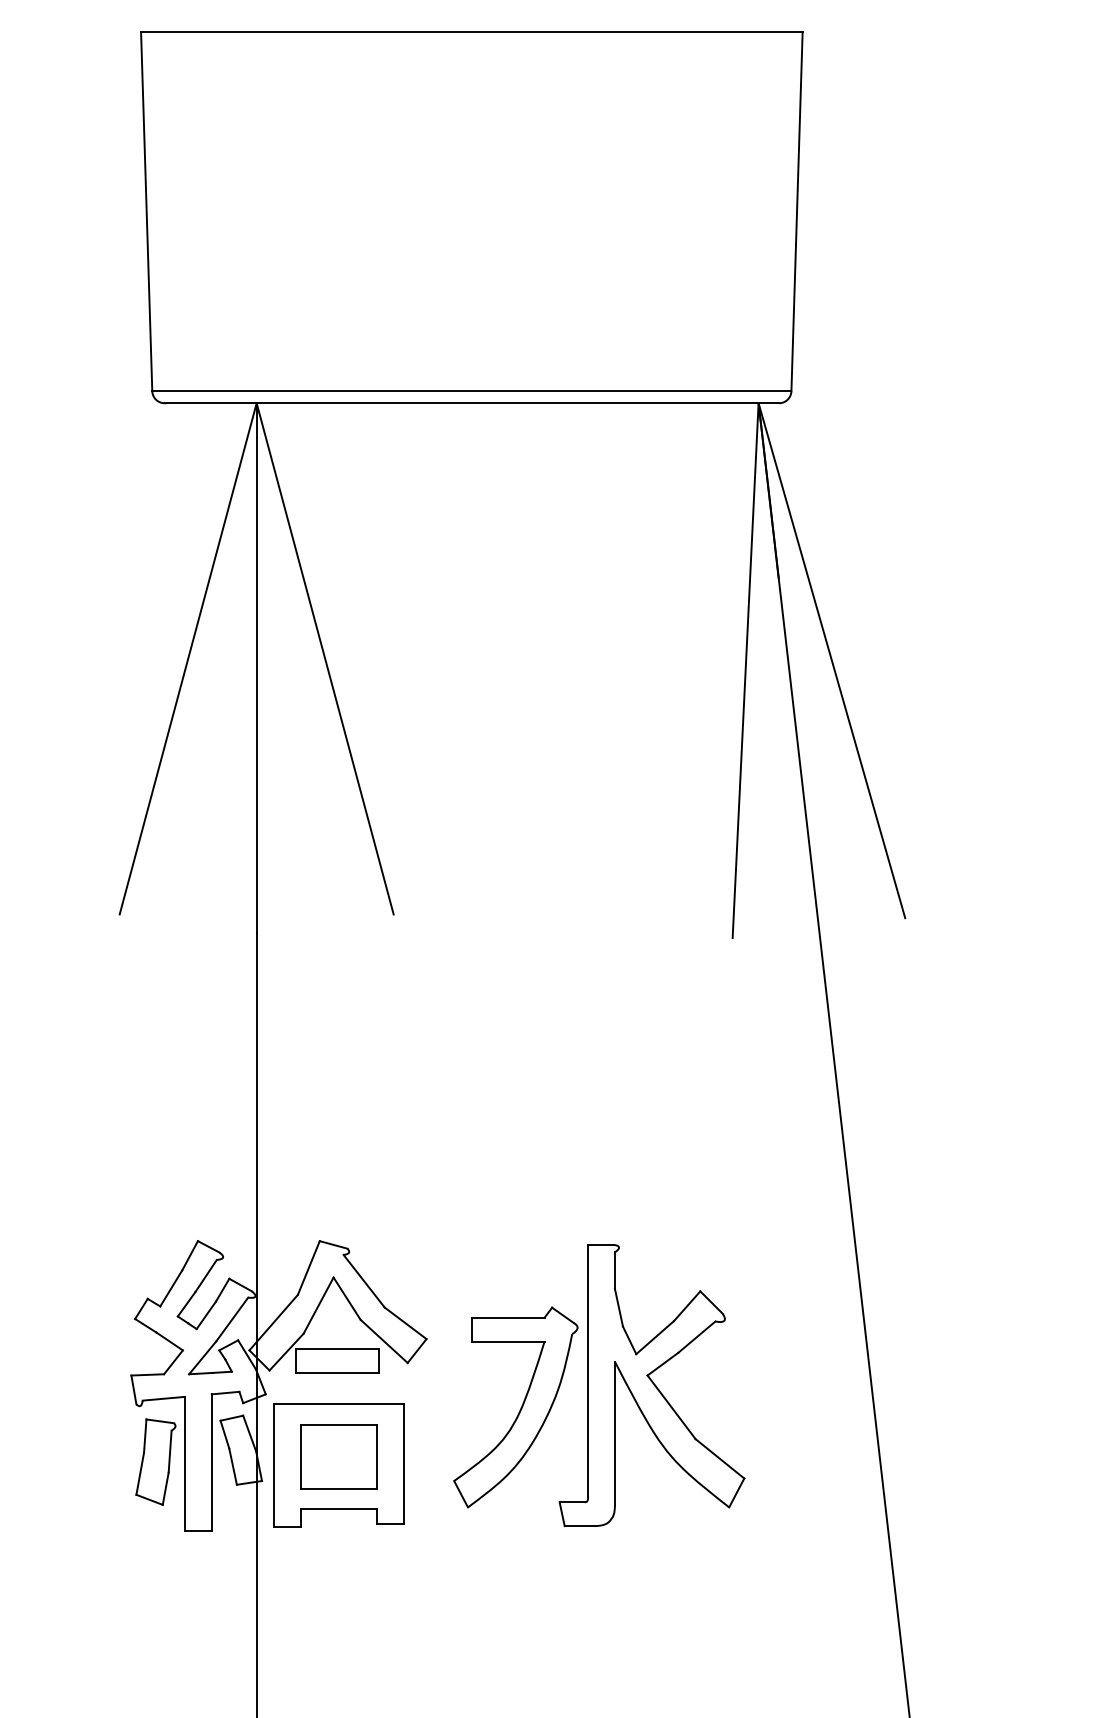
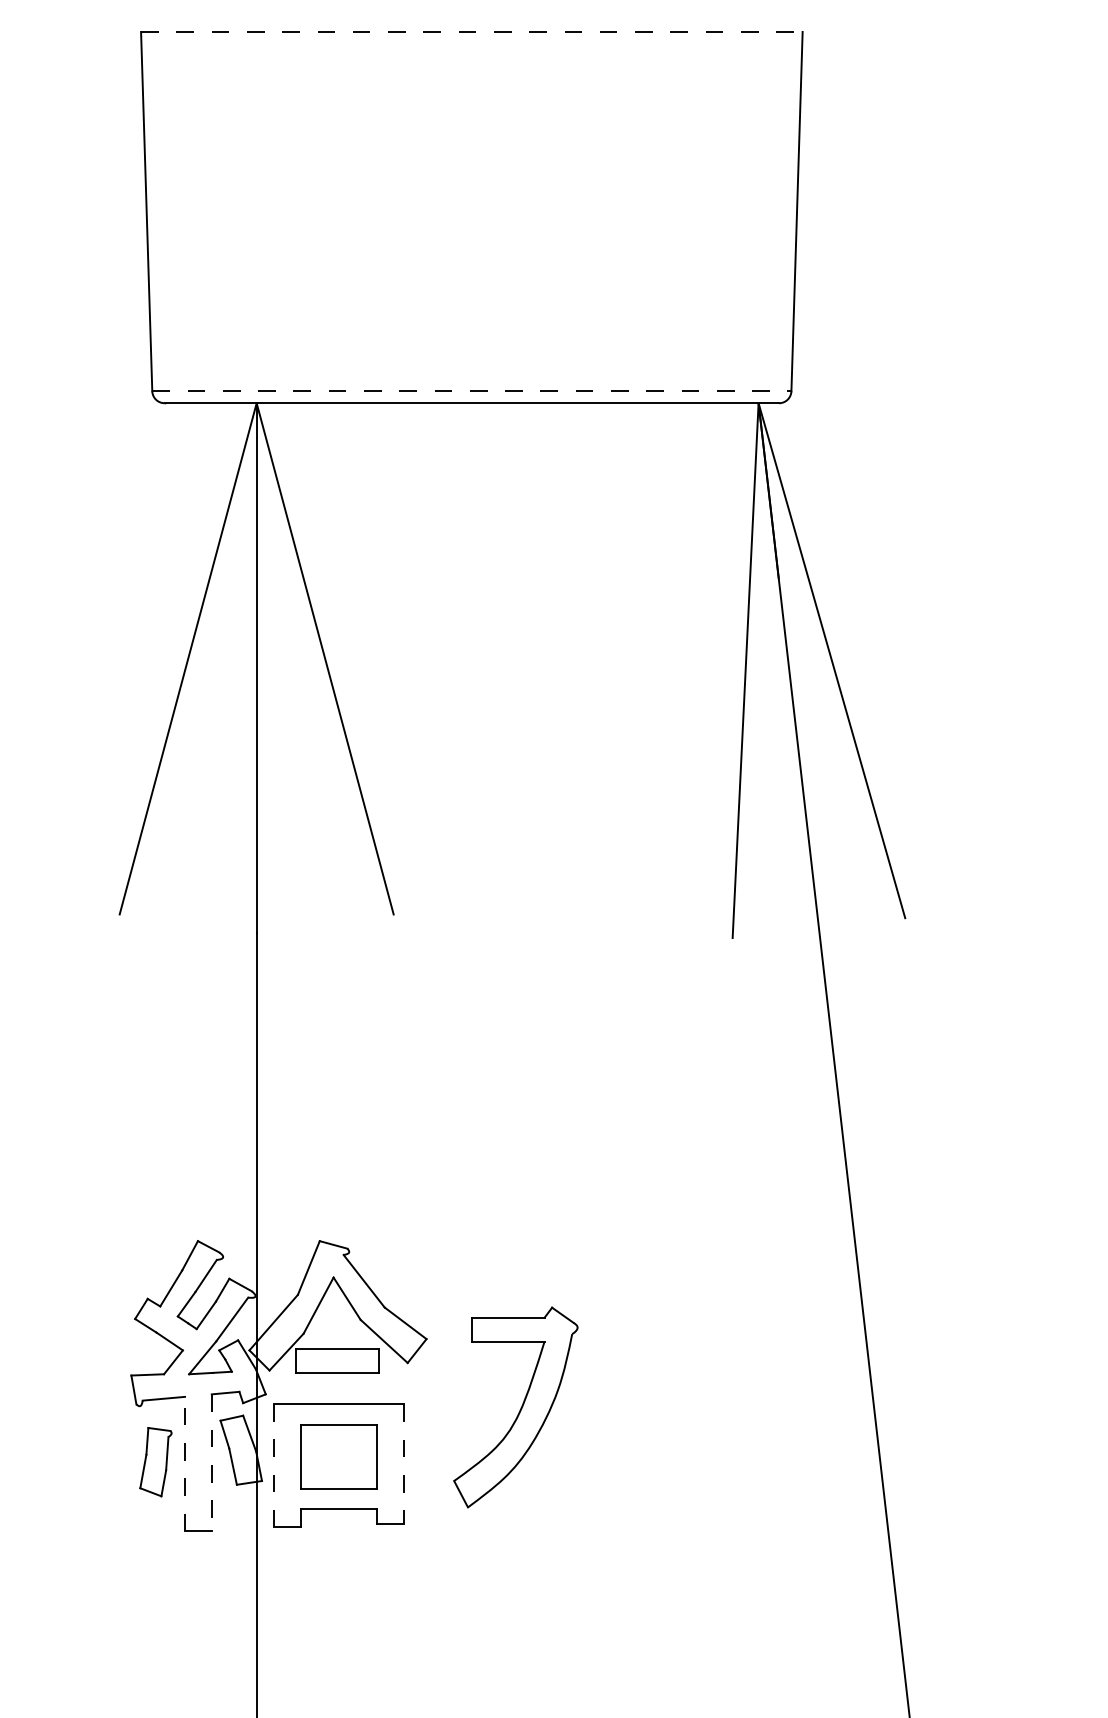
line at (471, 31): solid -> dashed
line at (471, 391): solid -> dashed
part at (651, 1385): present -> none
part at (155, 1461) size: 42x88 px -> 34x71 px
line at (185, 1463): solid -> dashed
line at (211, 1463): solid -> dashed
line at (403, 1464): solid -> dashed
line at (274, 1465): solid -> dashed
